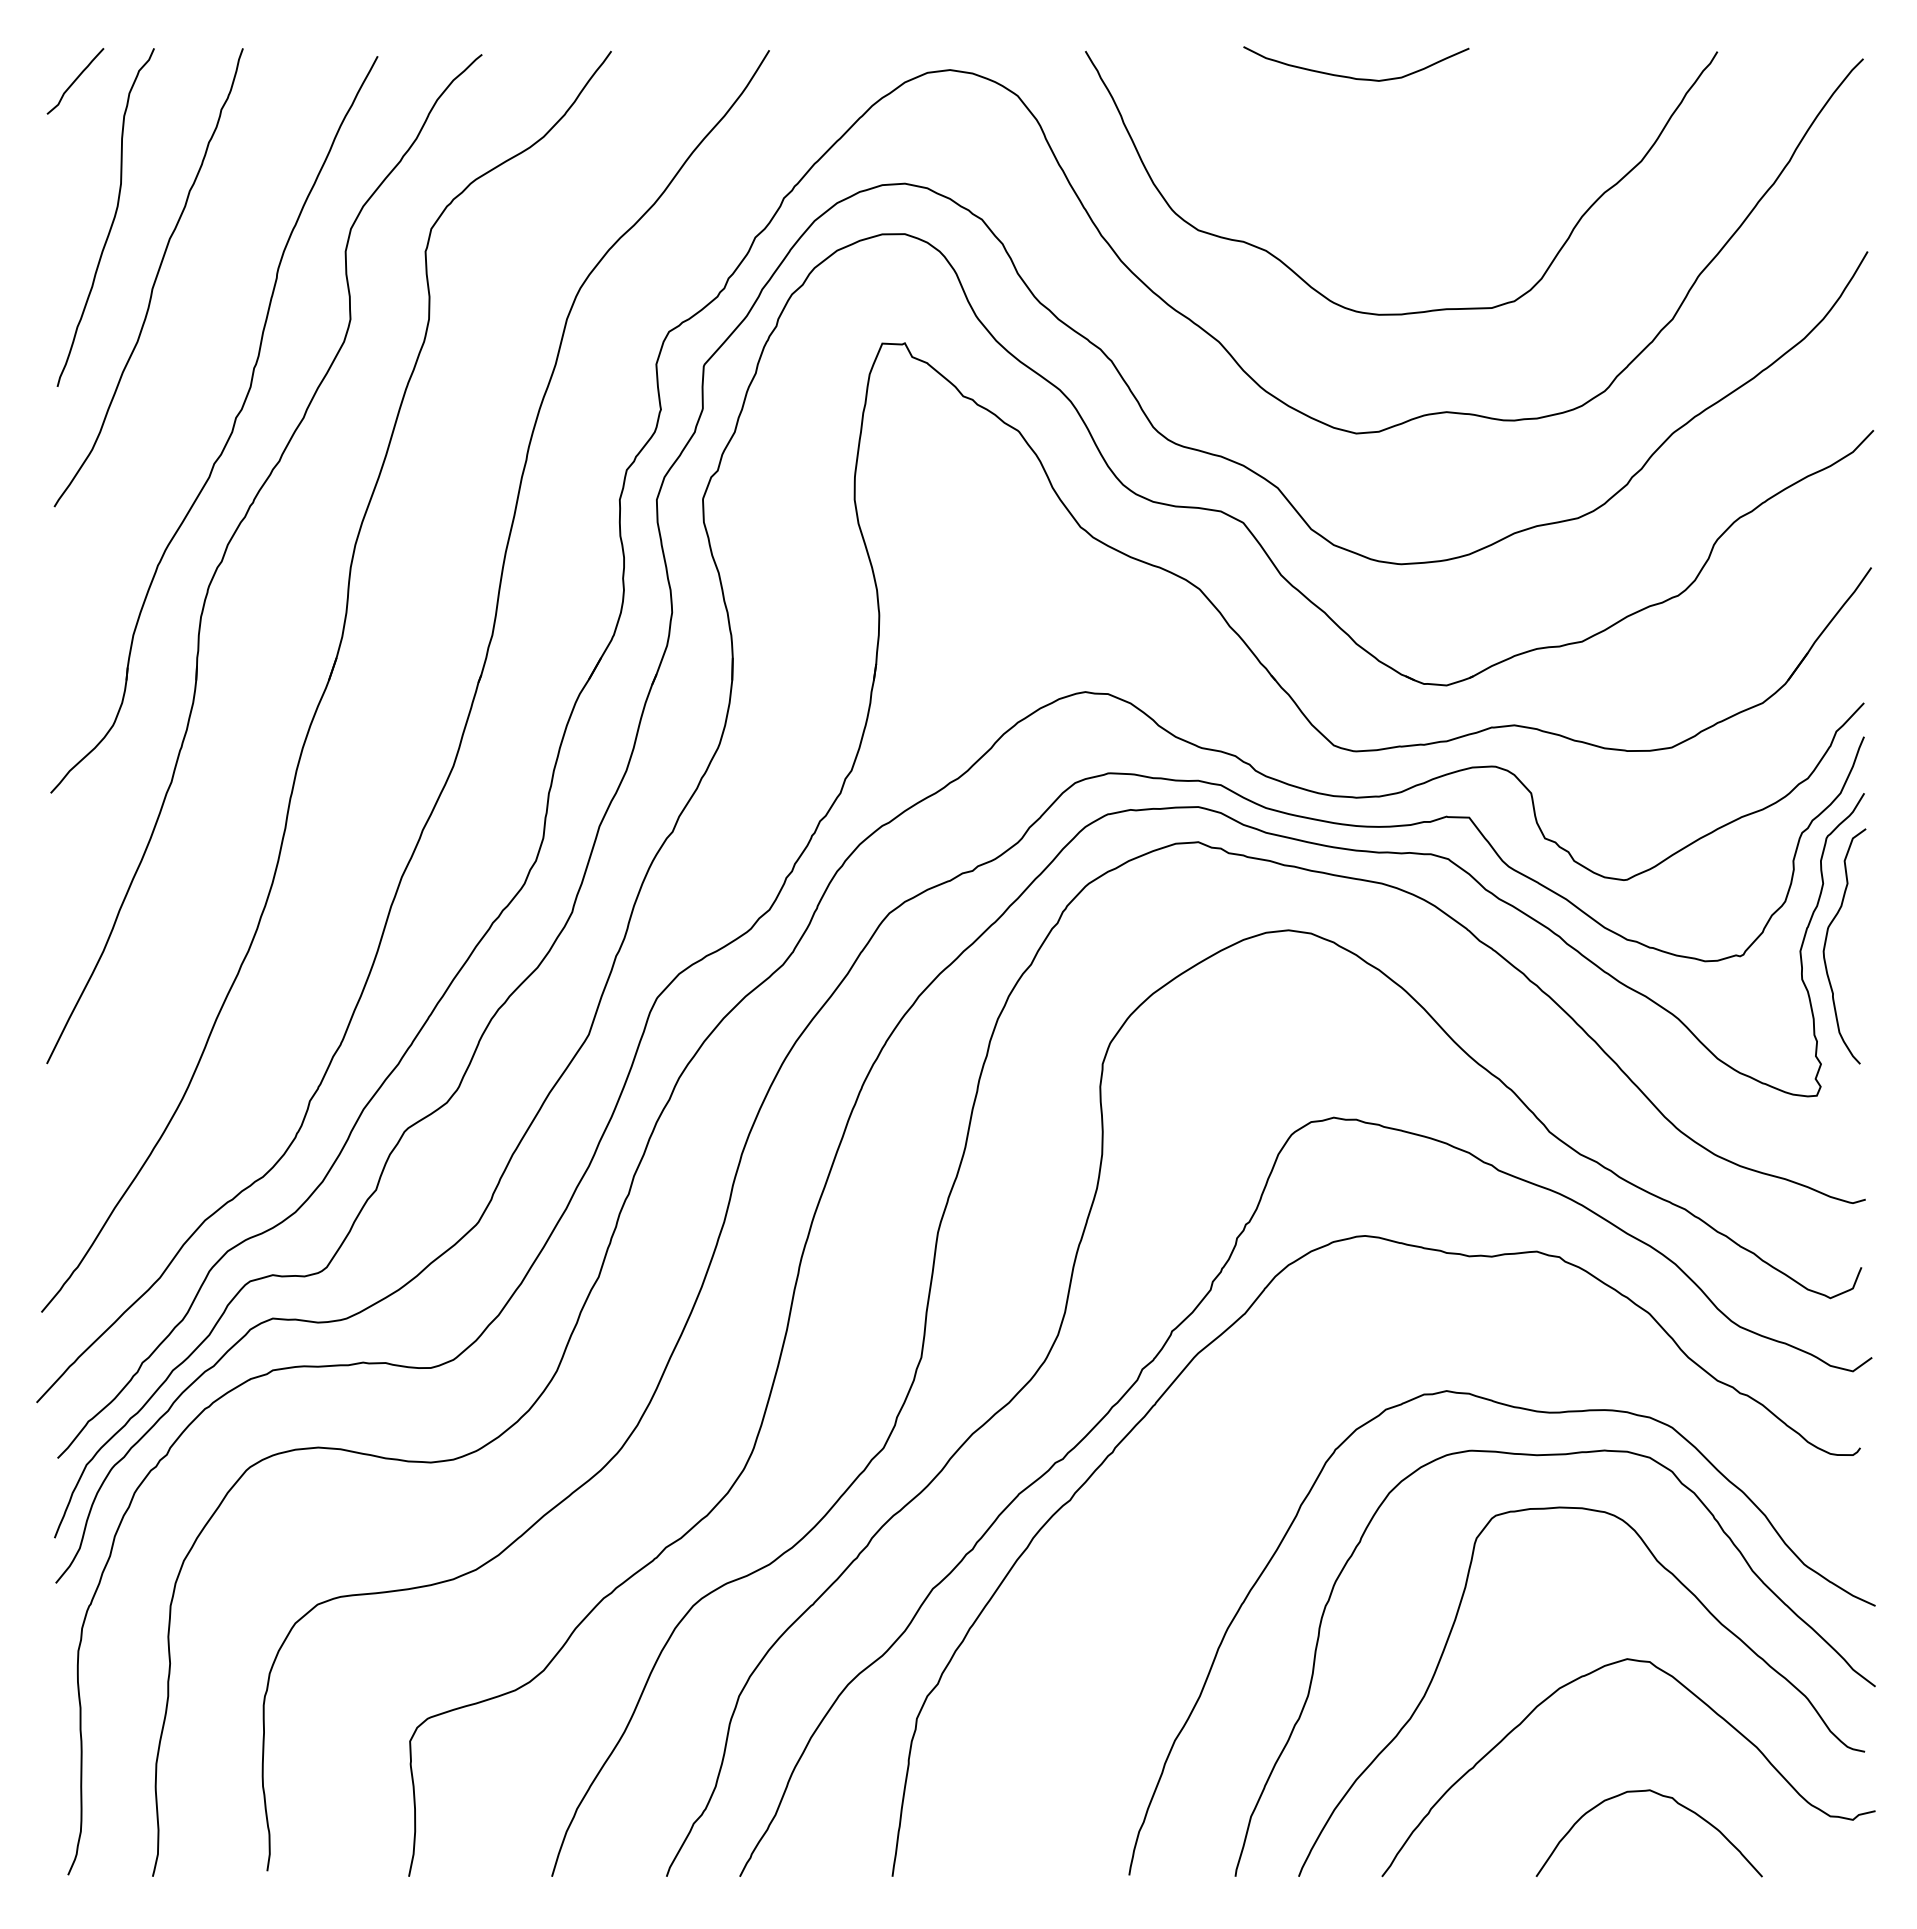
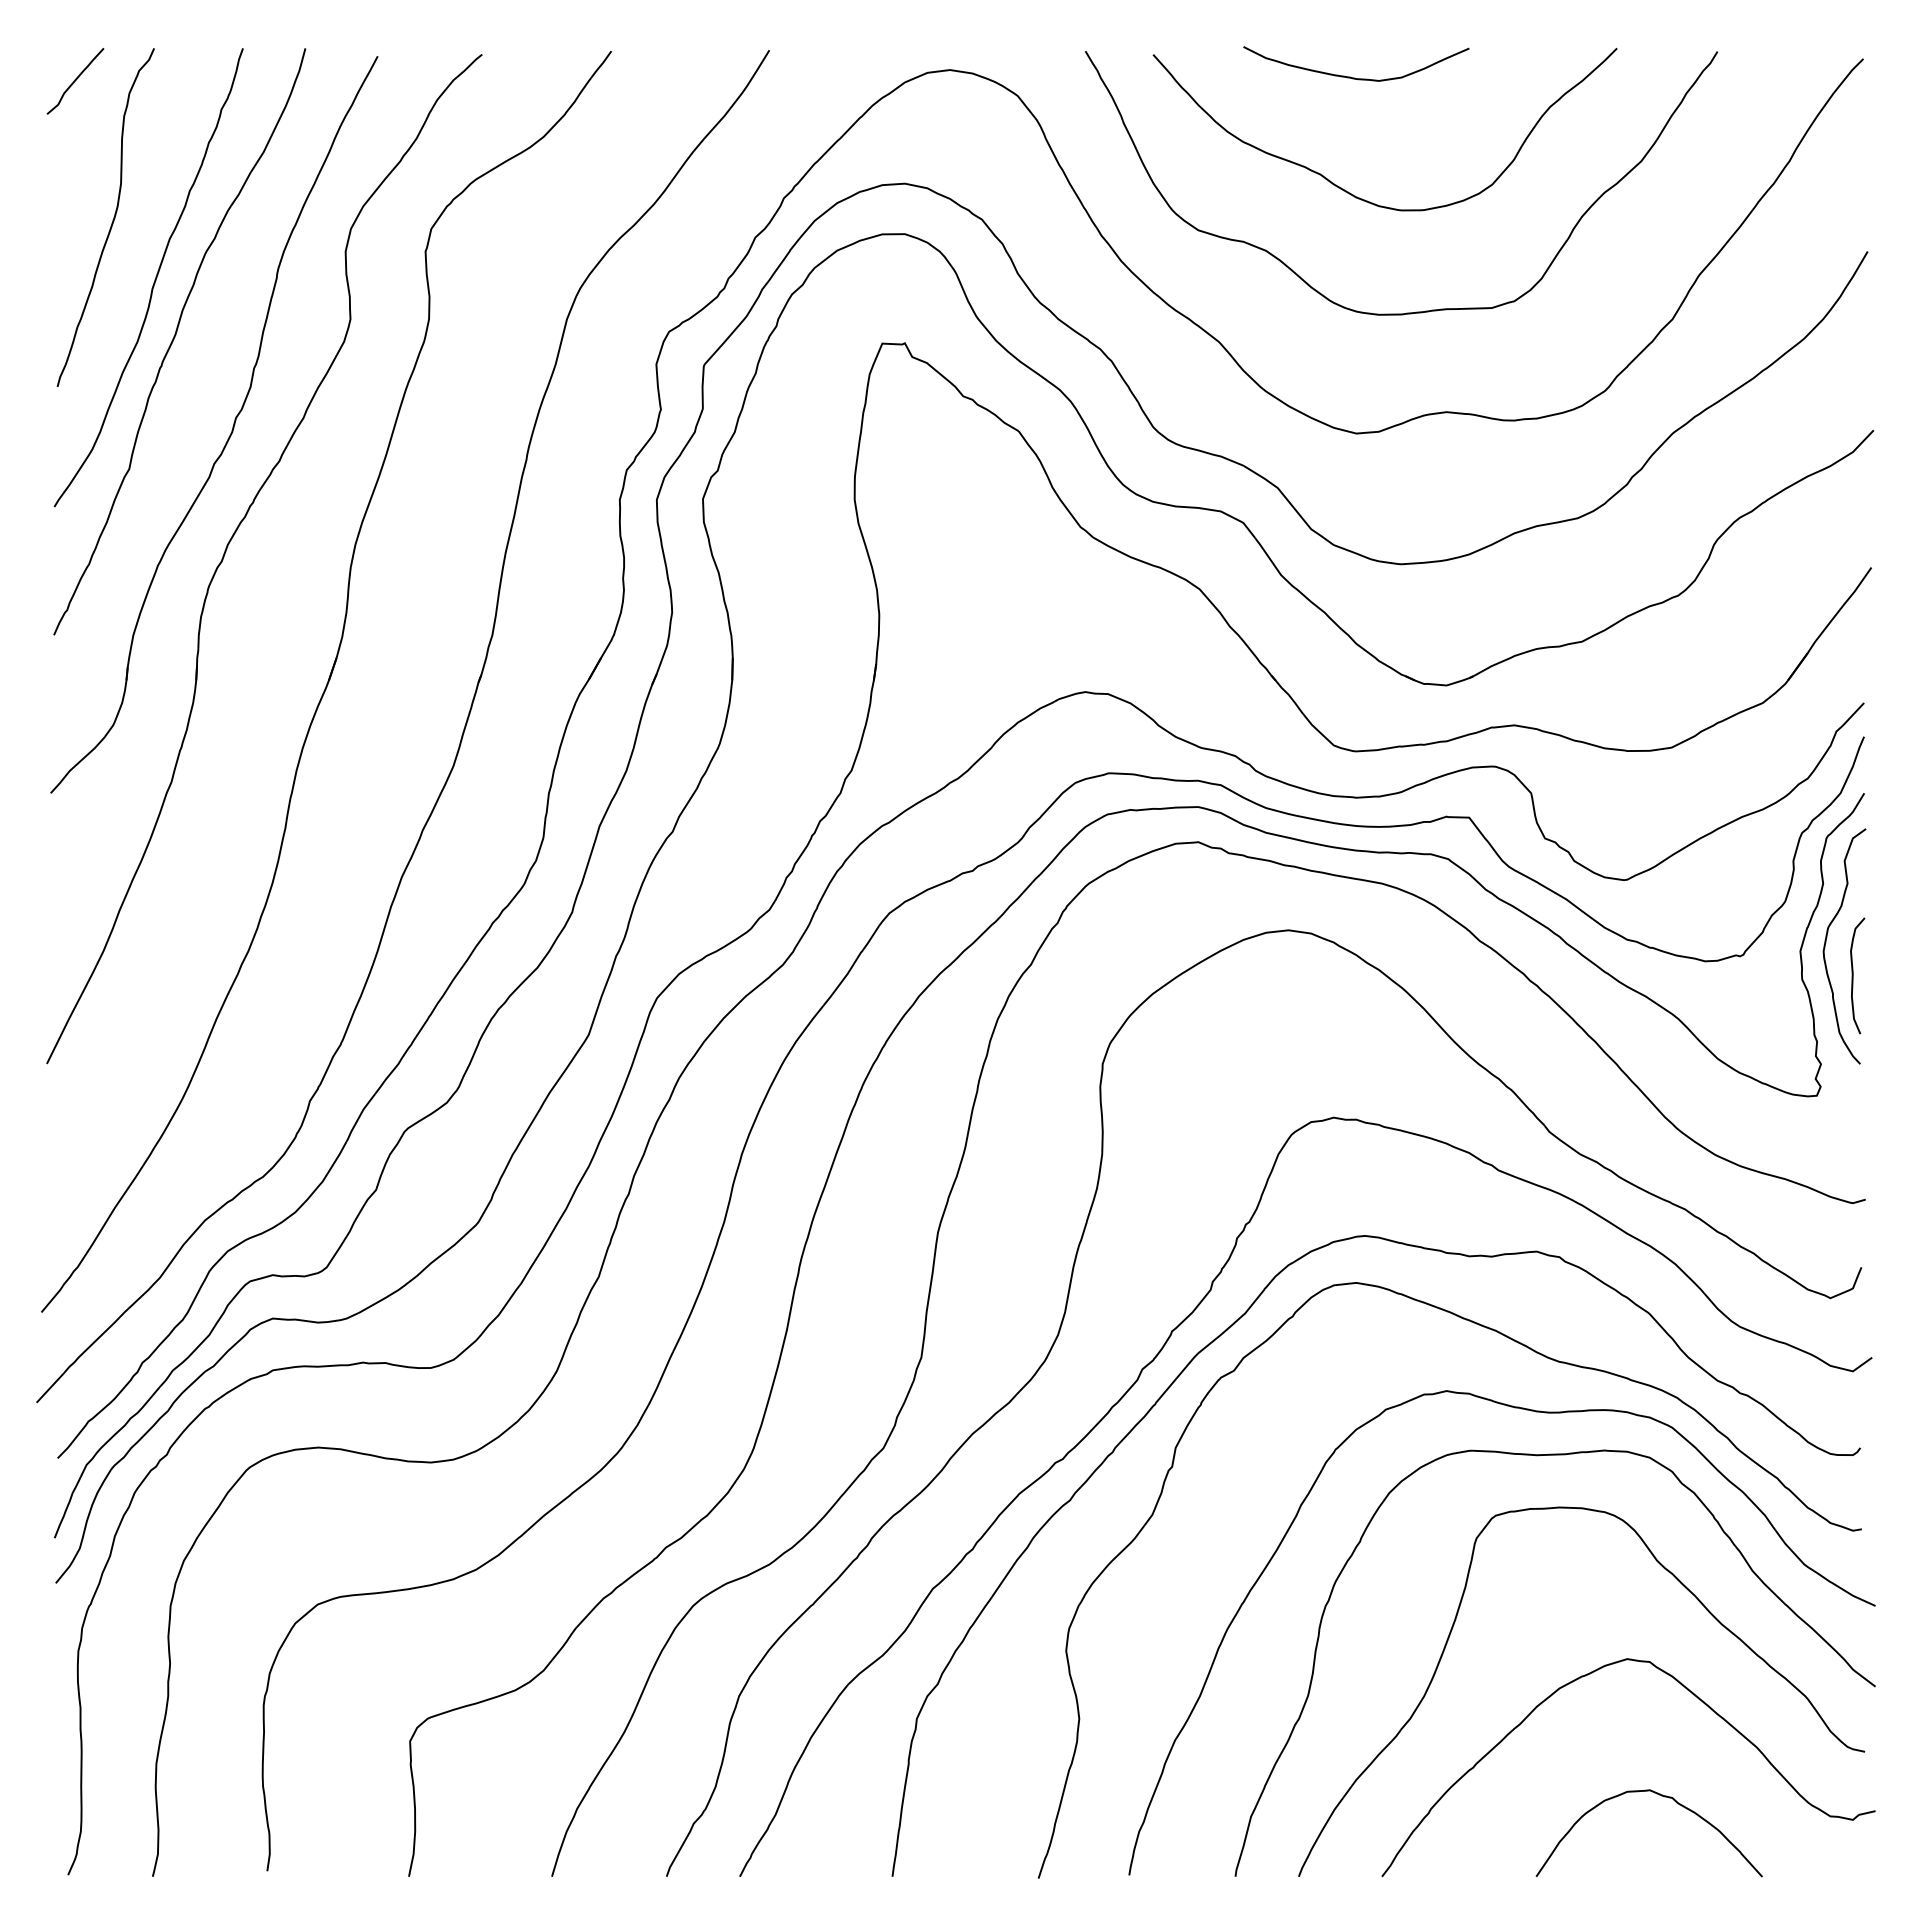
curve at (1348, 191): none -> present
curve at (174, 339): none -> present
curve at (1853, 975): none -> present
curve at (1549, 1359): none -> present
